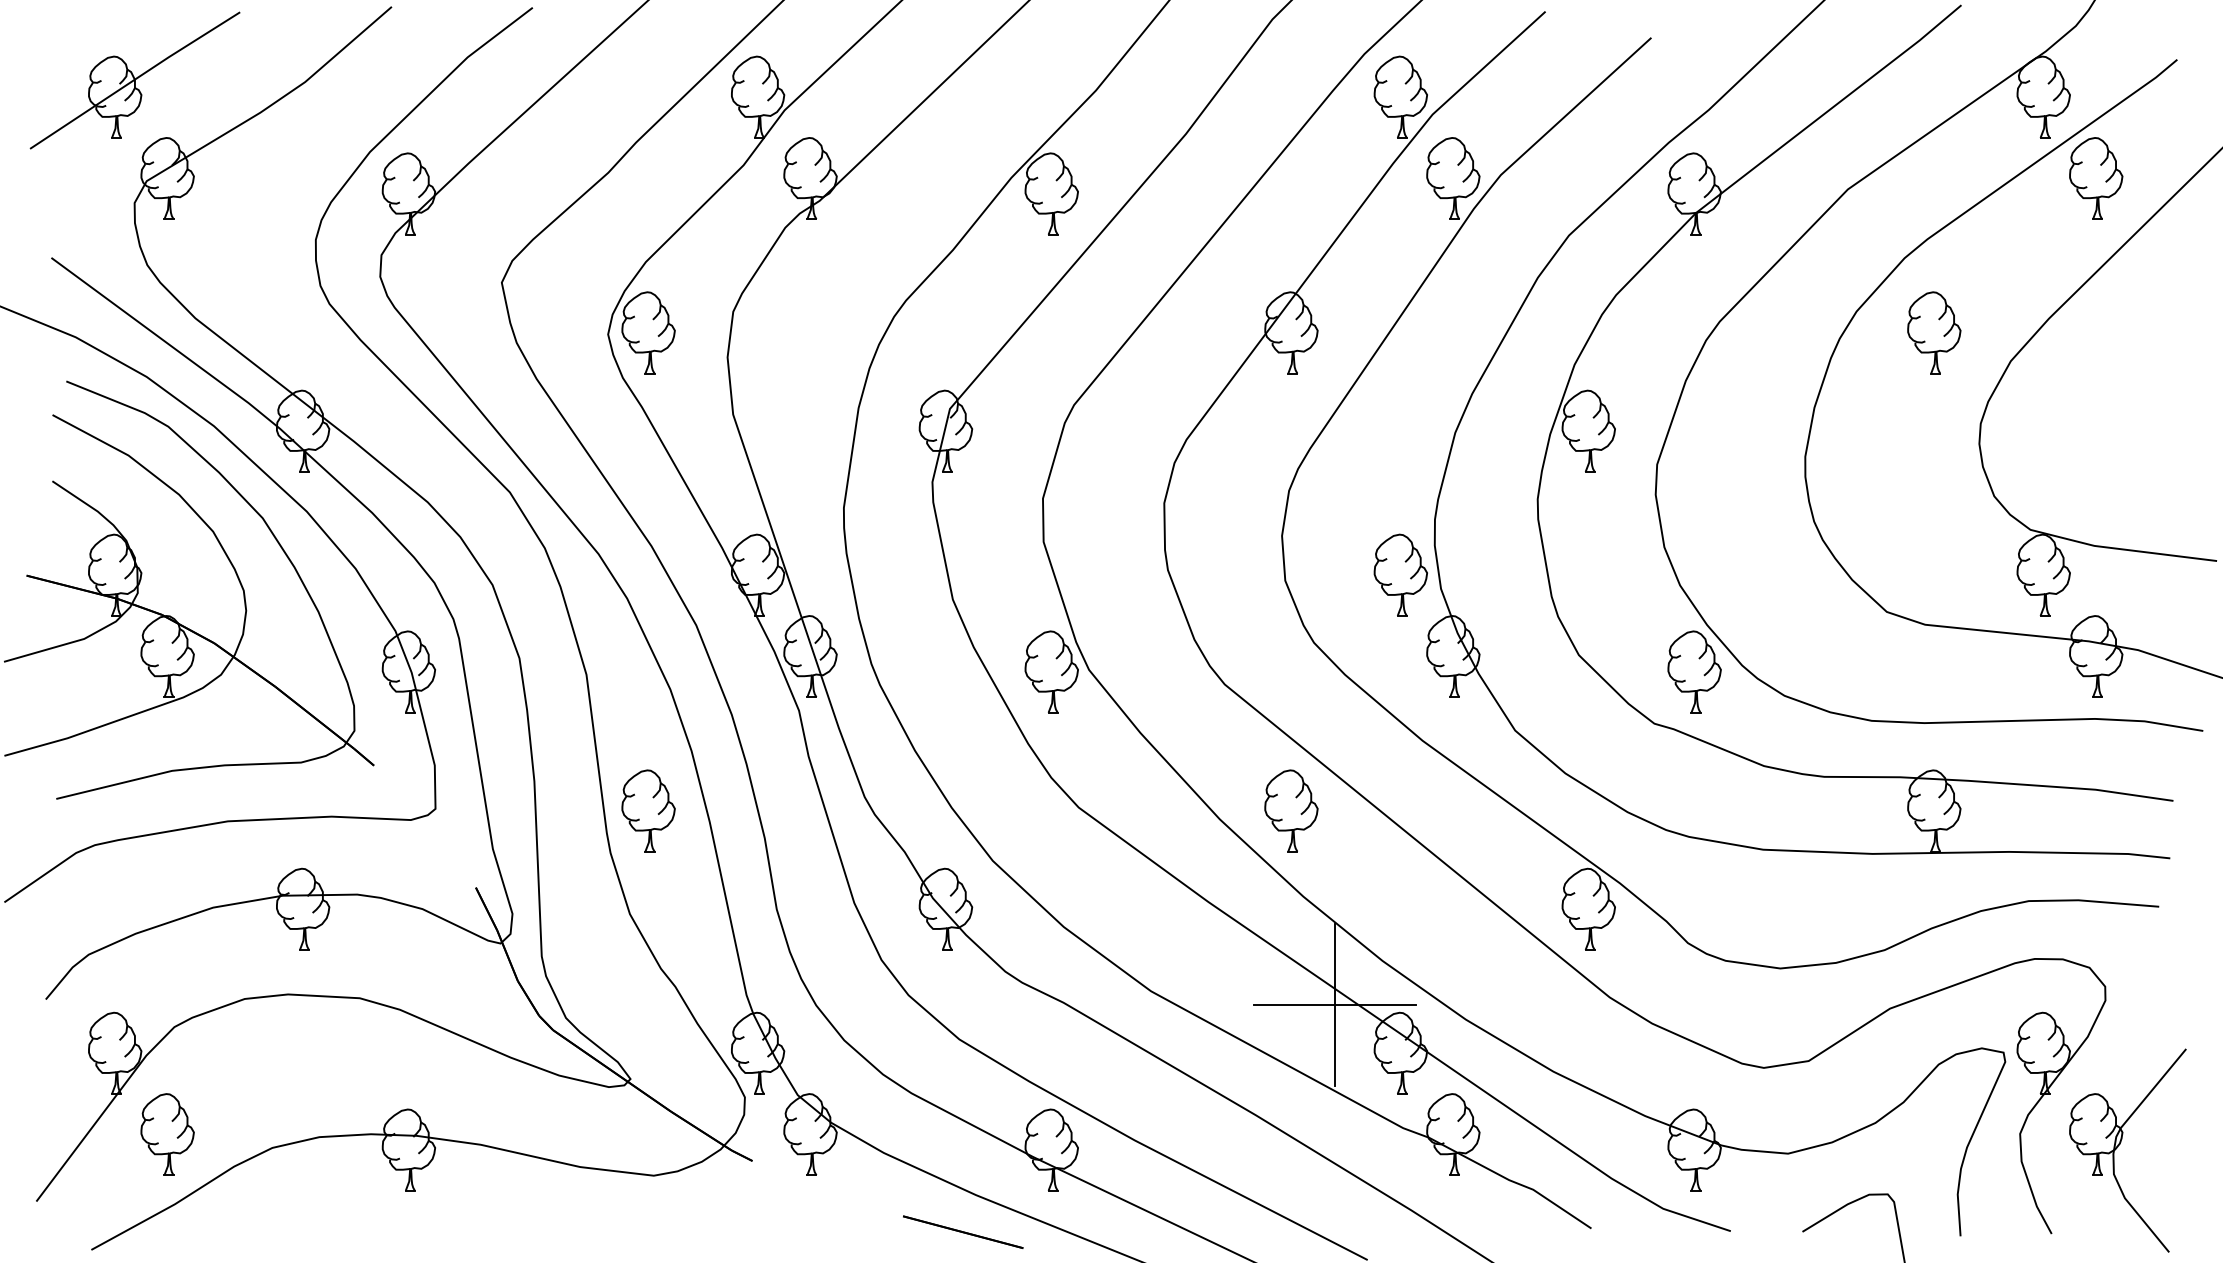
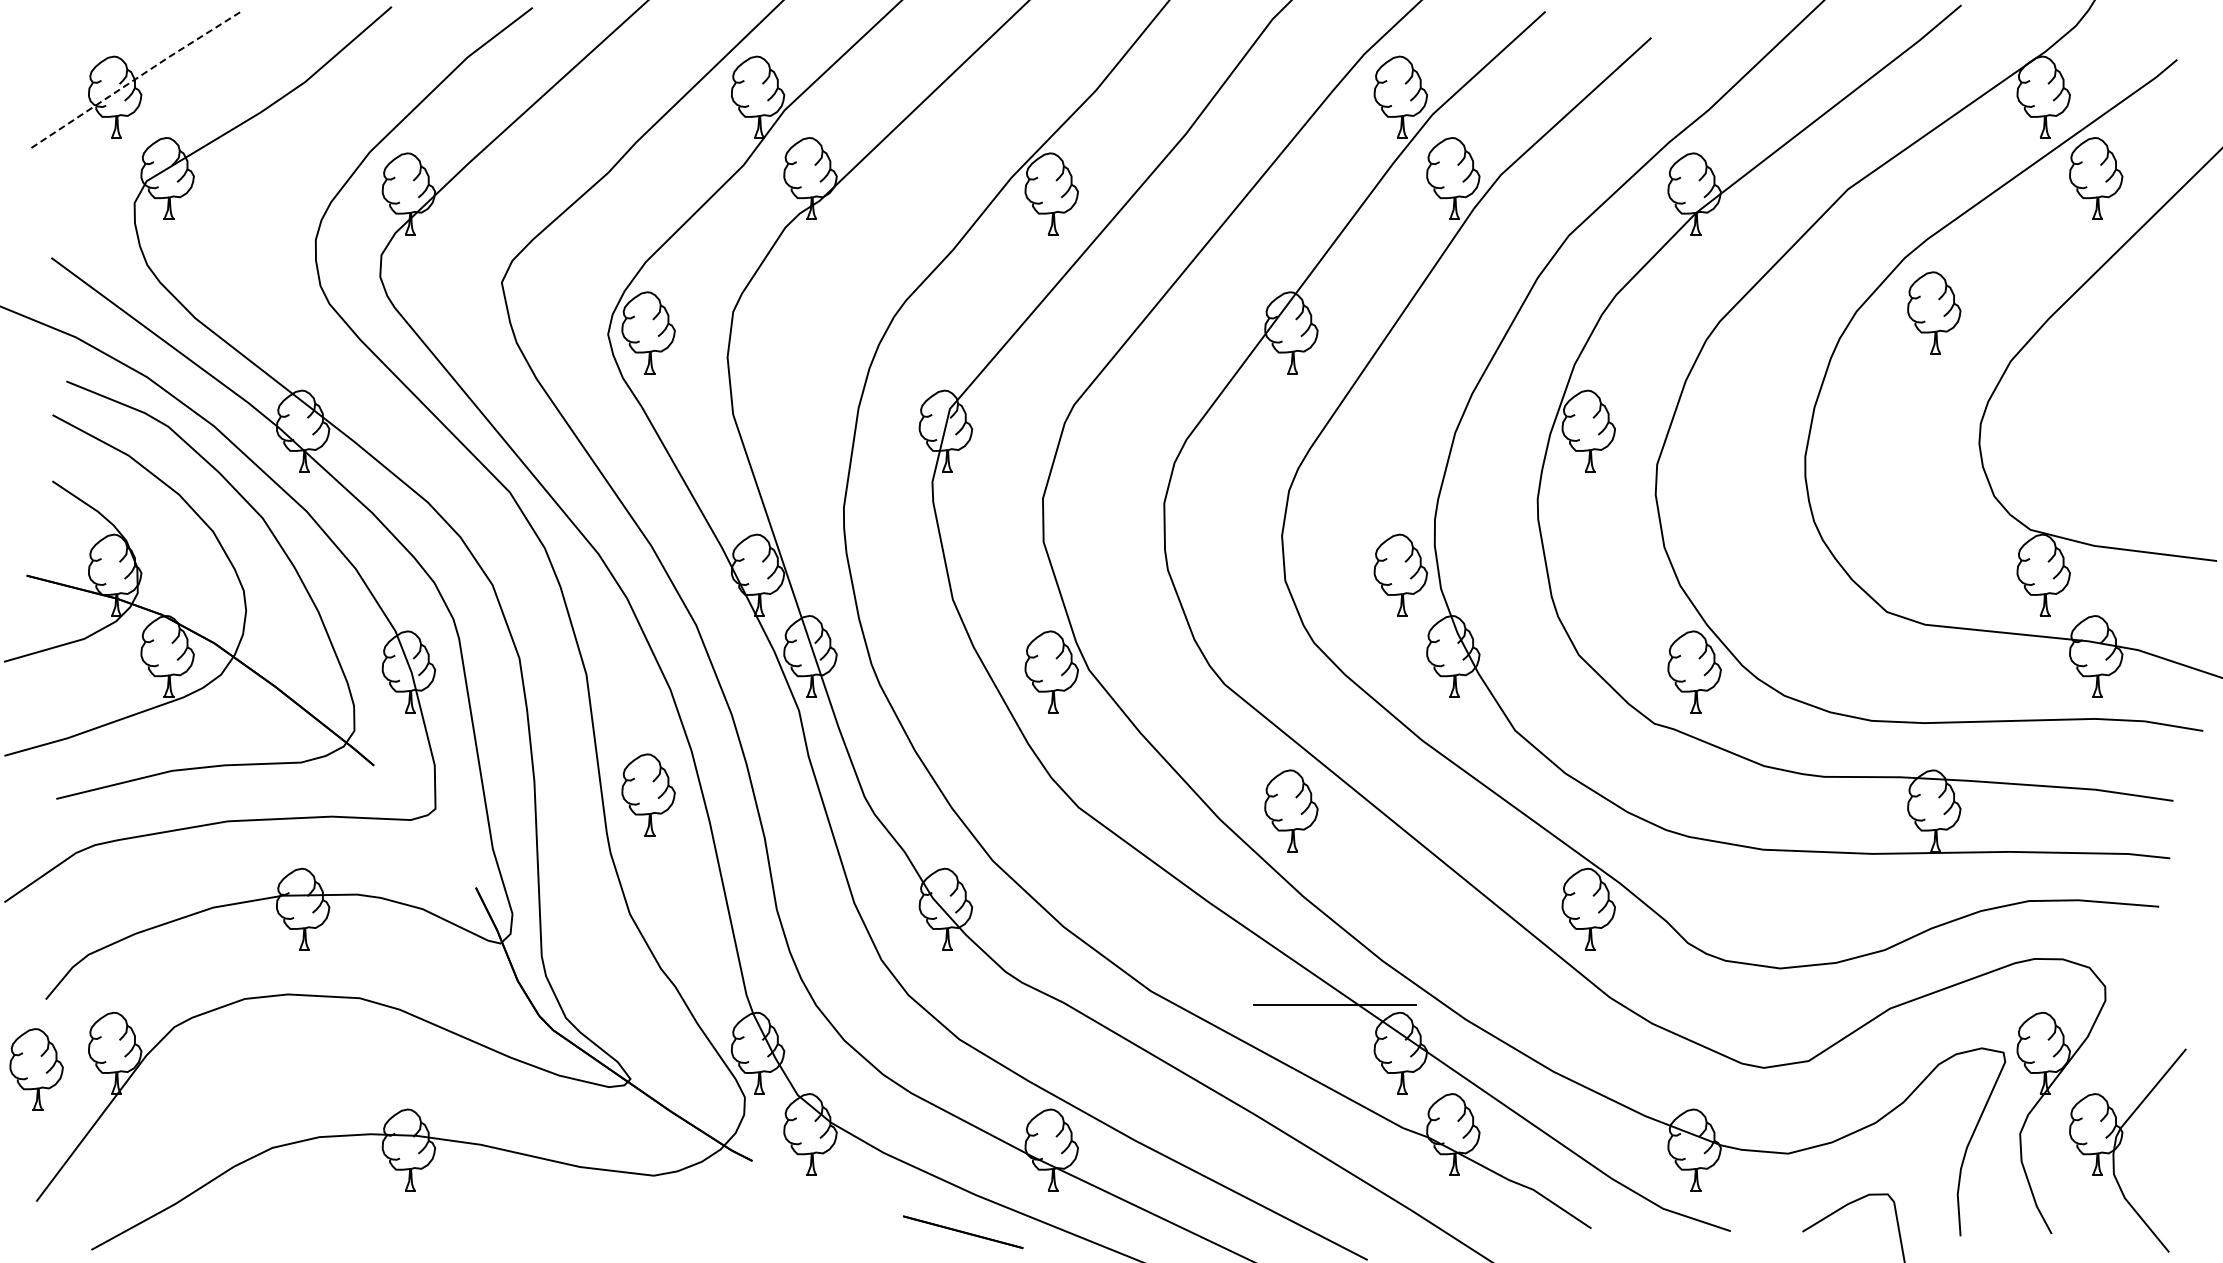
line at (134, 79): solid -> dashed
part at (1934, 332) position: (1934, 332) -> (1934, 312)
part at (648, 810) position: (648, 810) -> (648, 794)
line at (1335, 1005): present -> none
part at (167, 1134) position: (167, 1134) -> (36, 1069)
